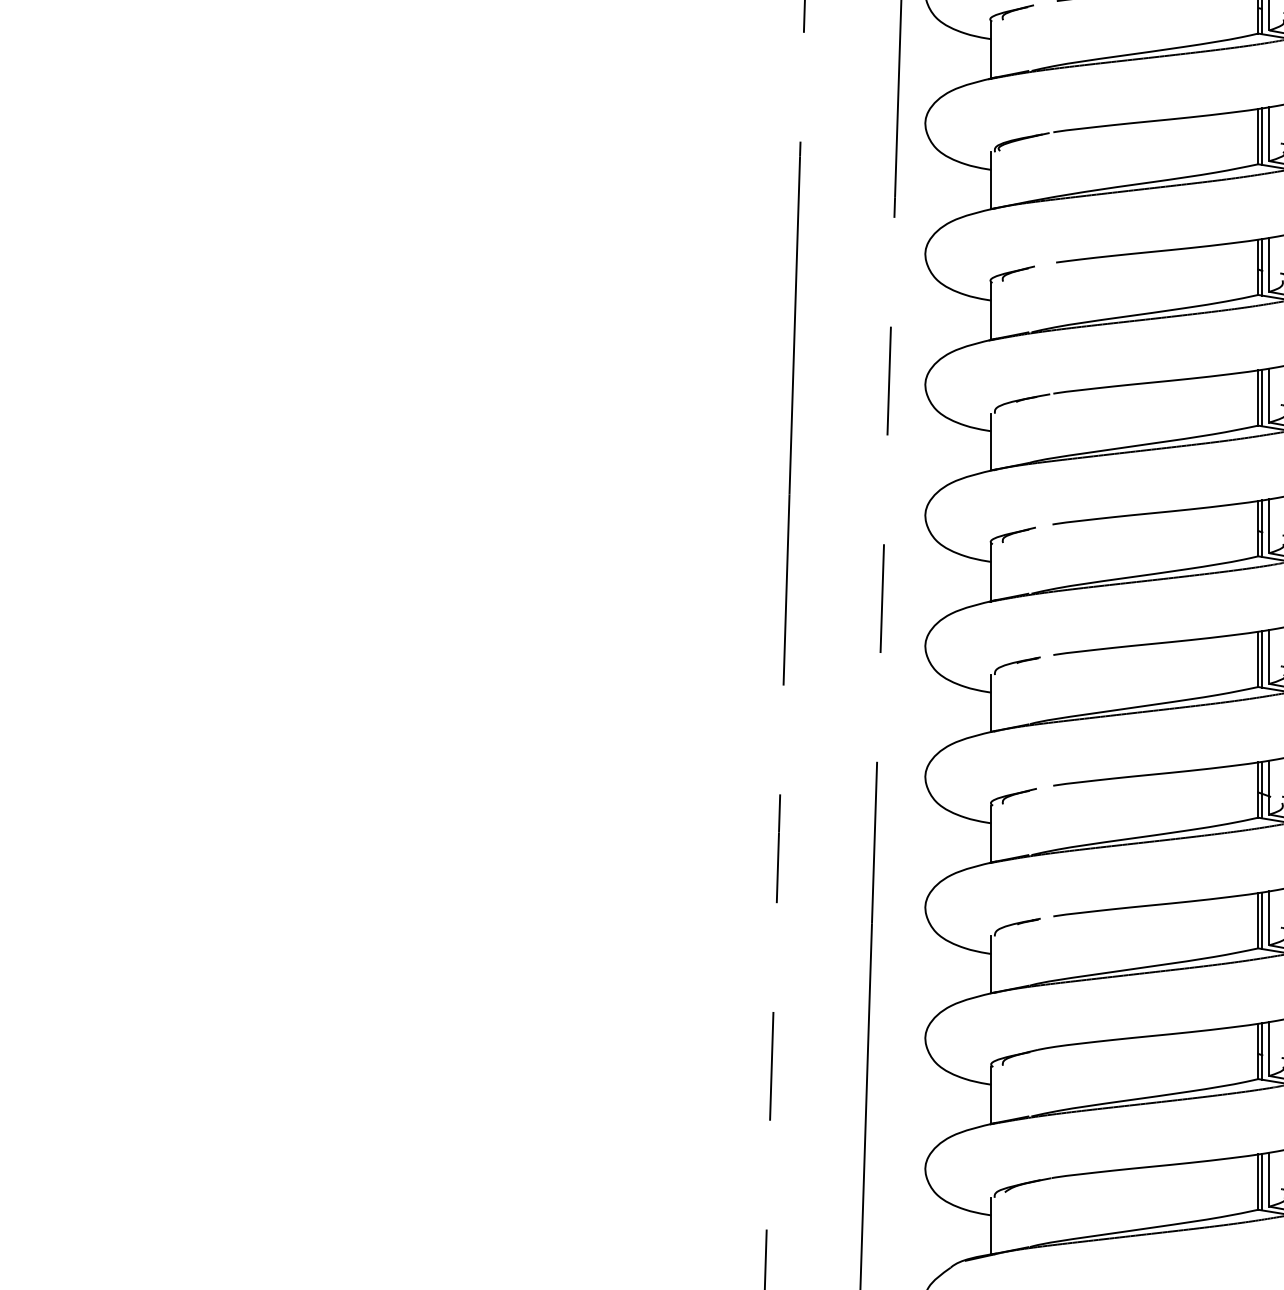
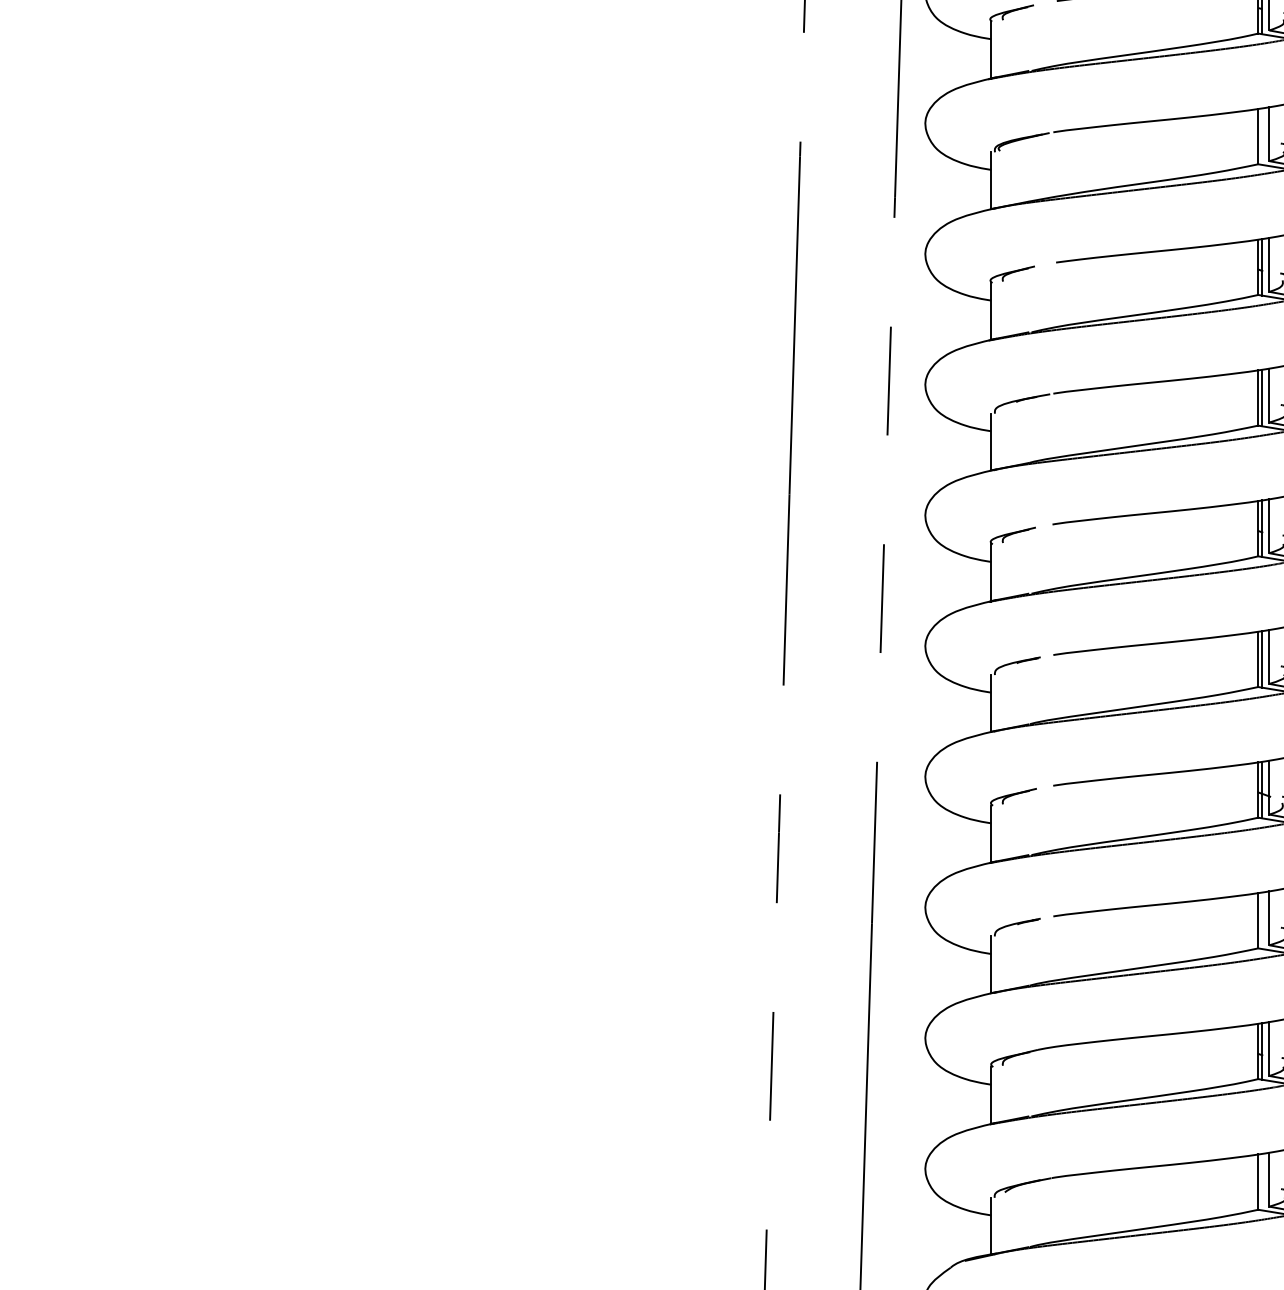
line at (1262, 136): present -> none
line at (1262, 920): present -> none
line at (1262, 1181): present -> none
